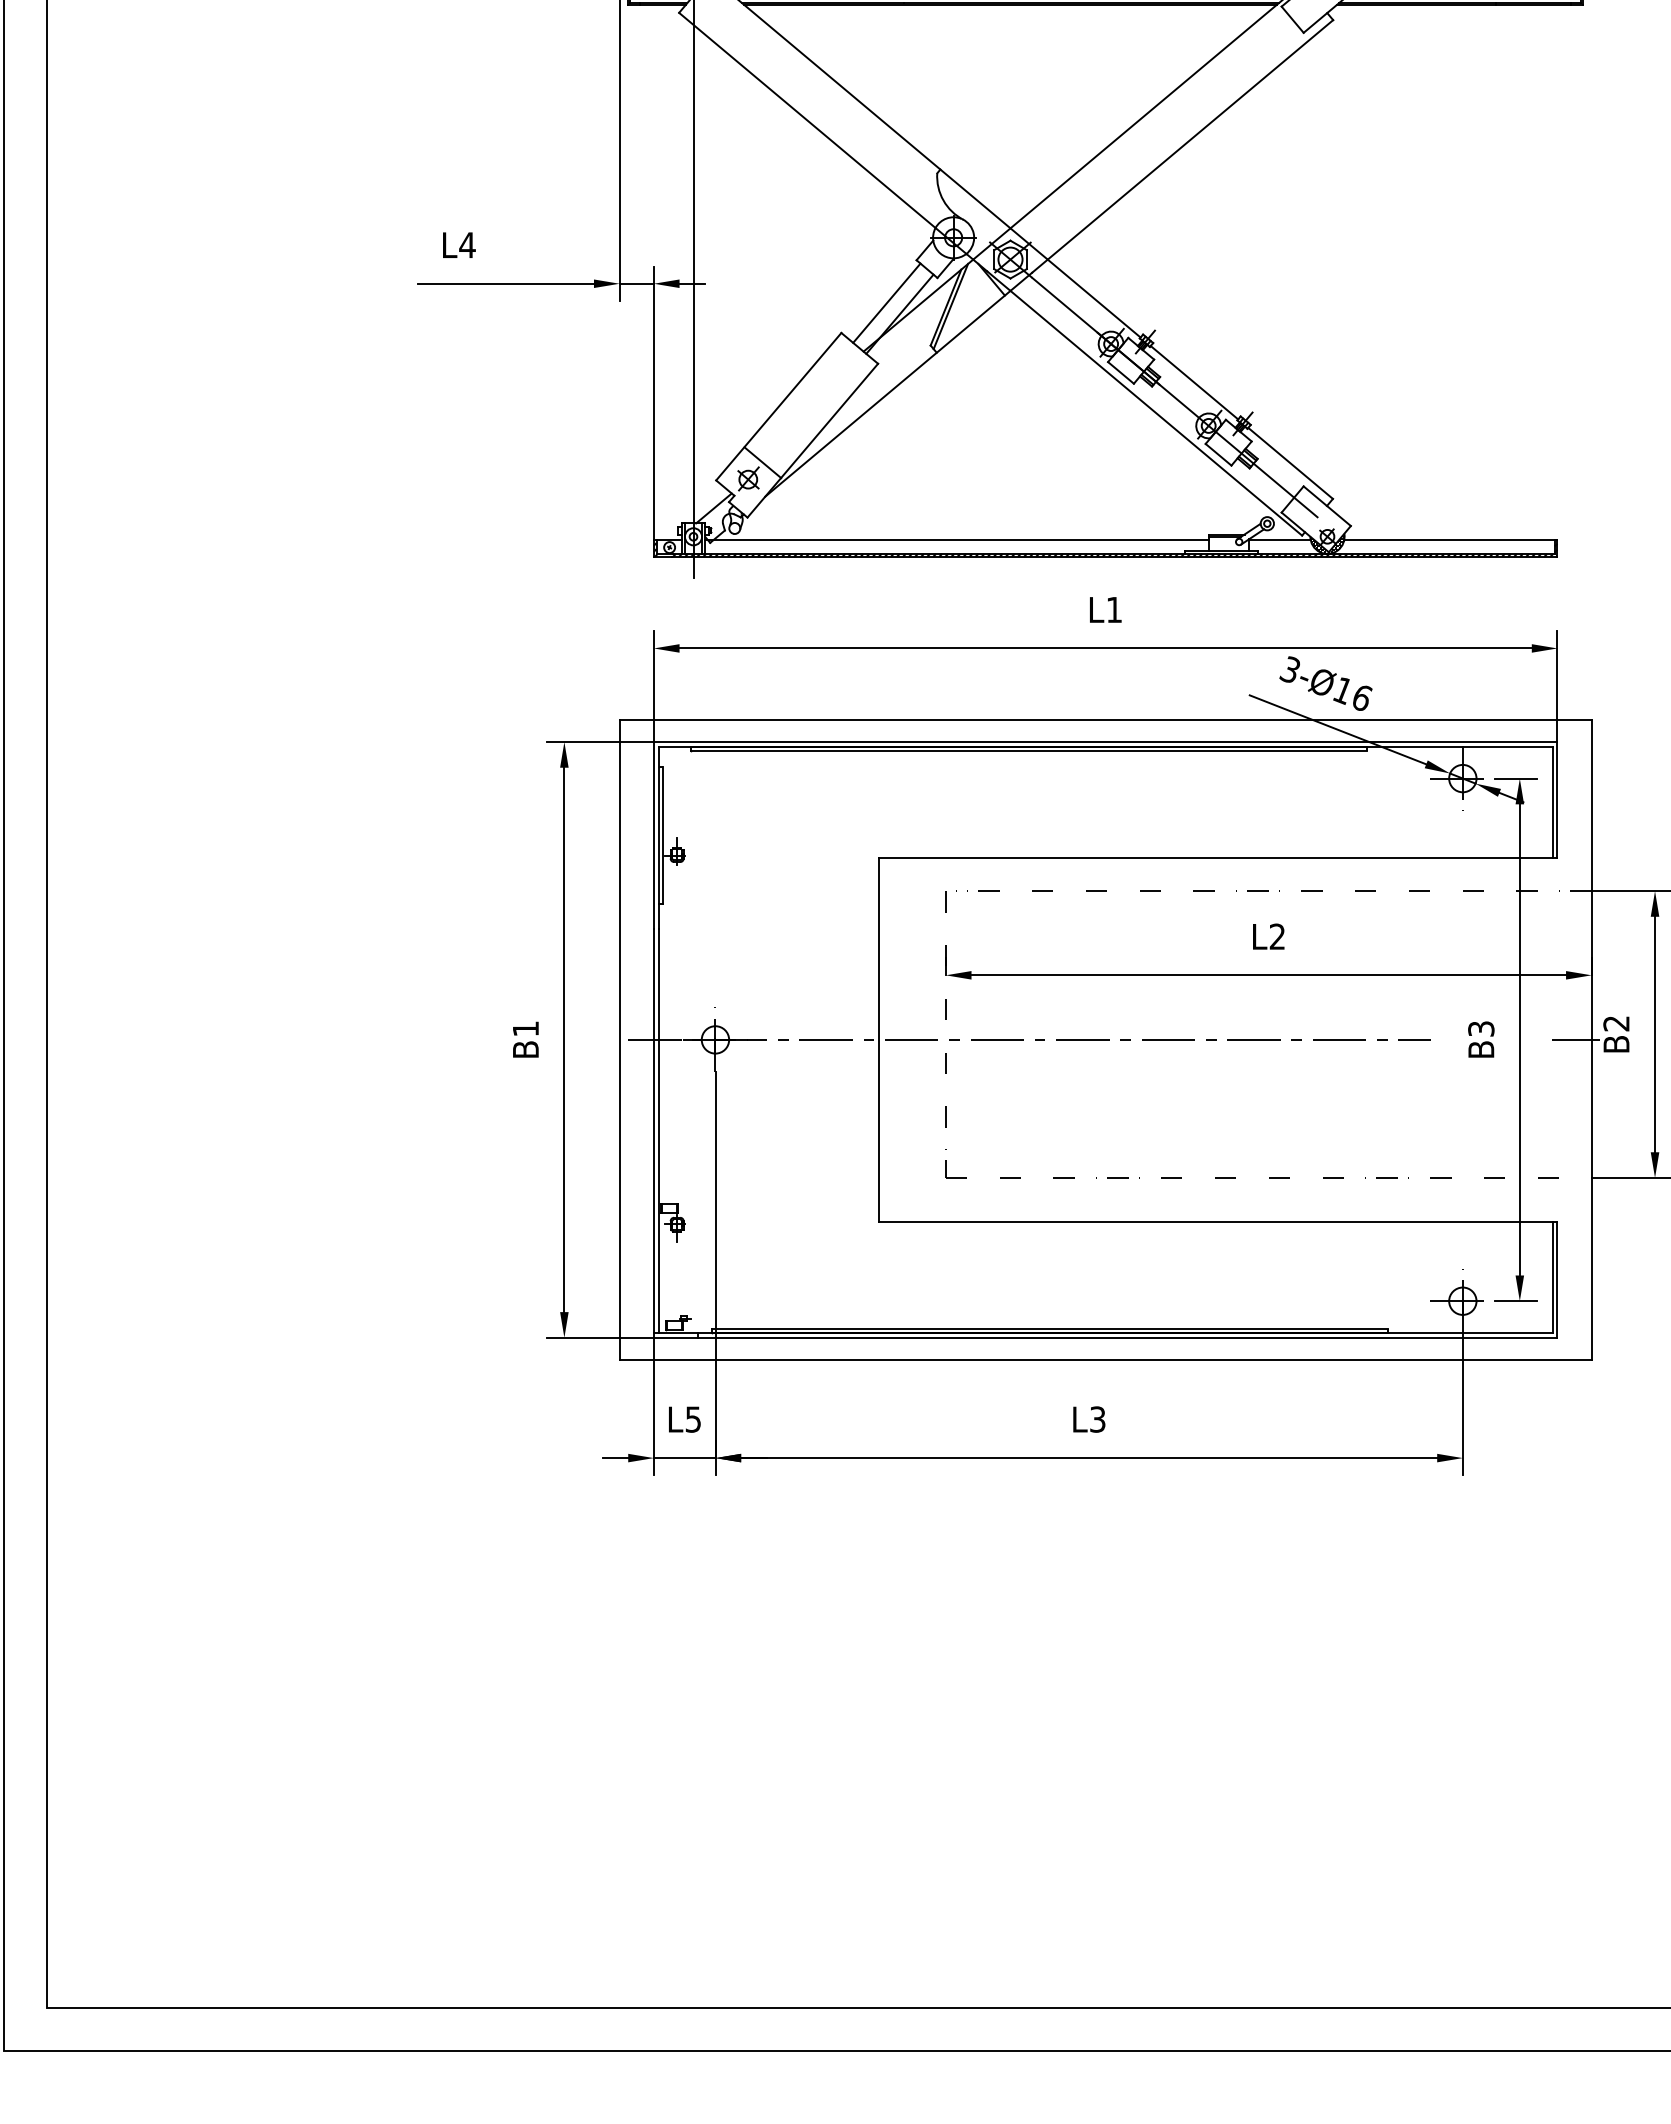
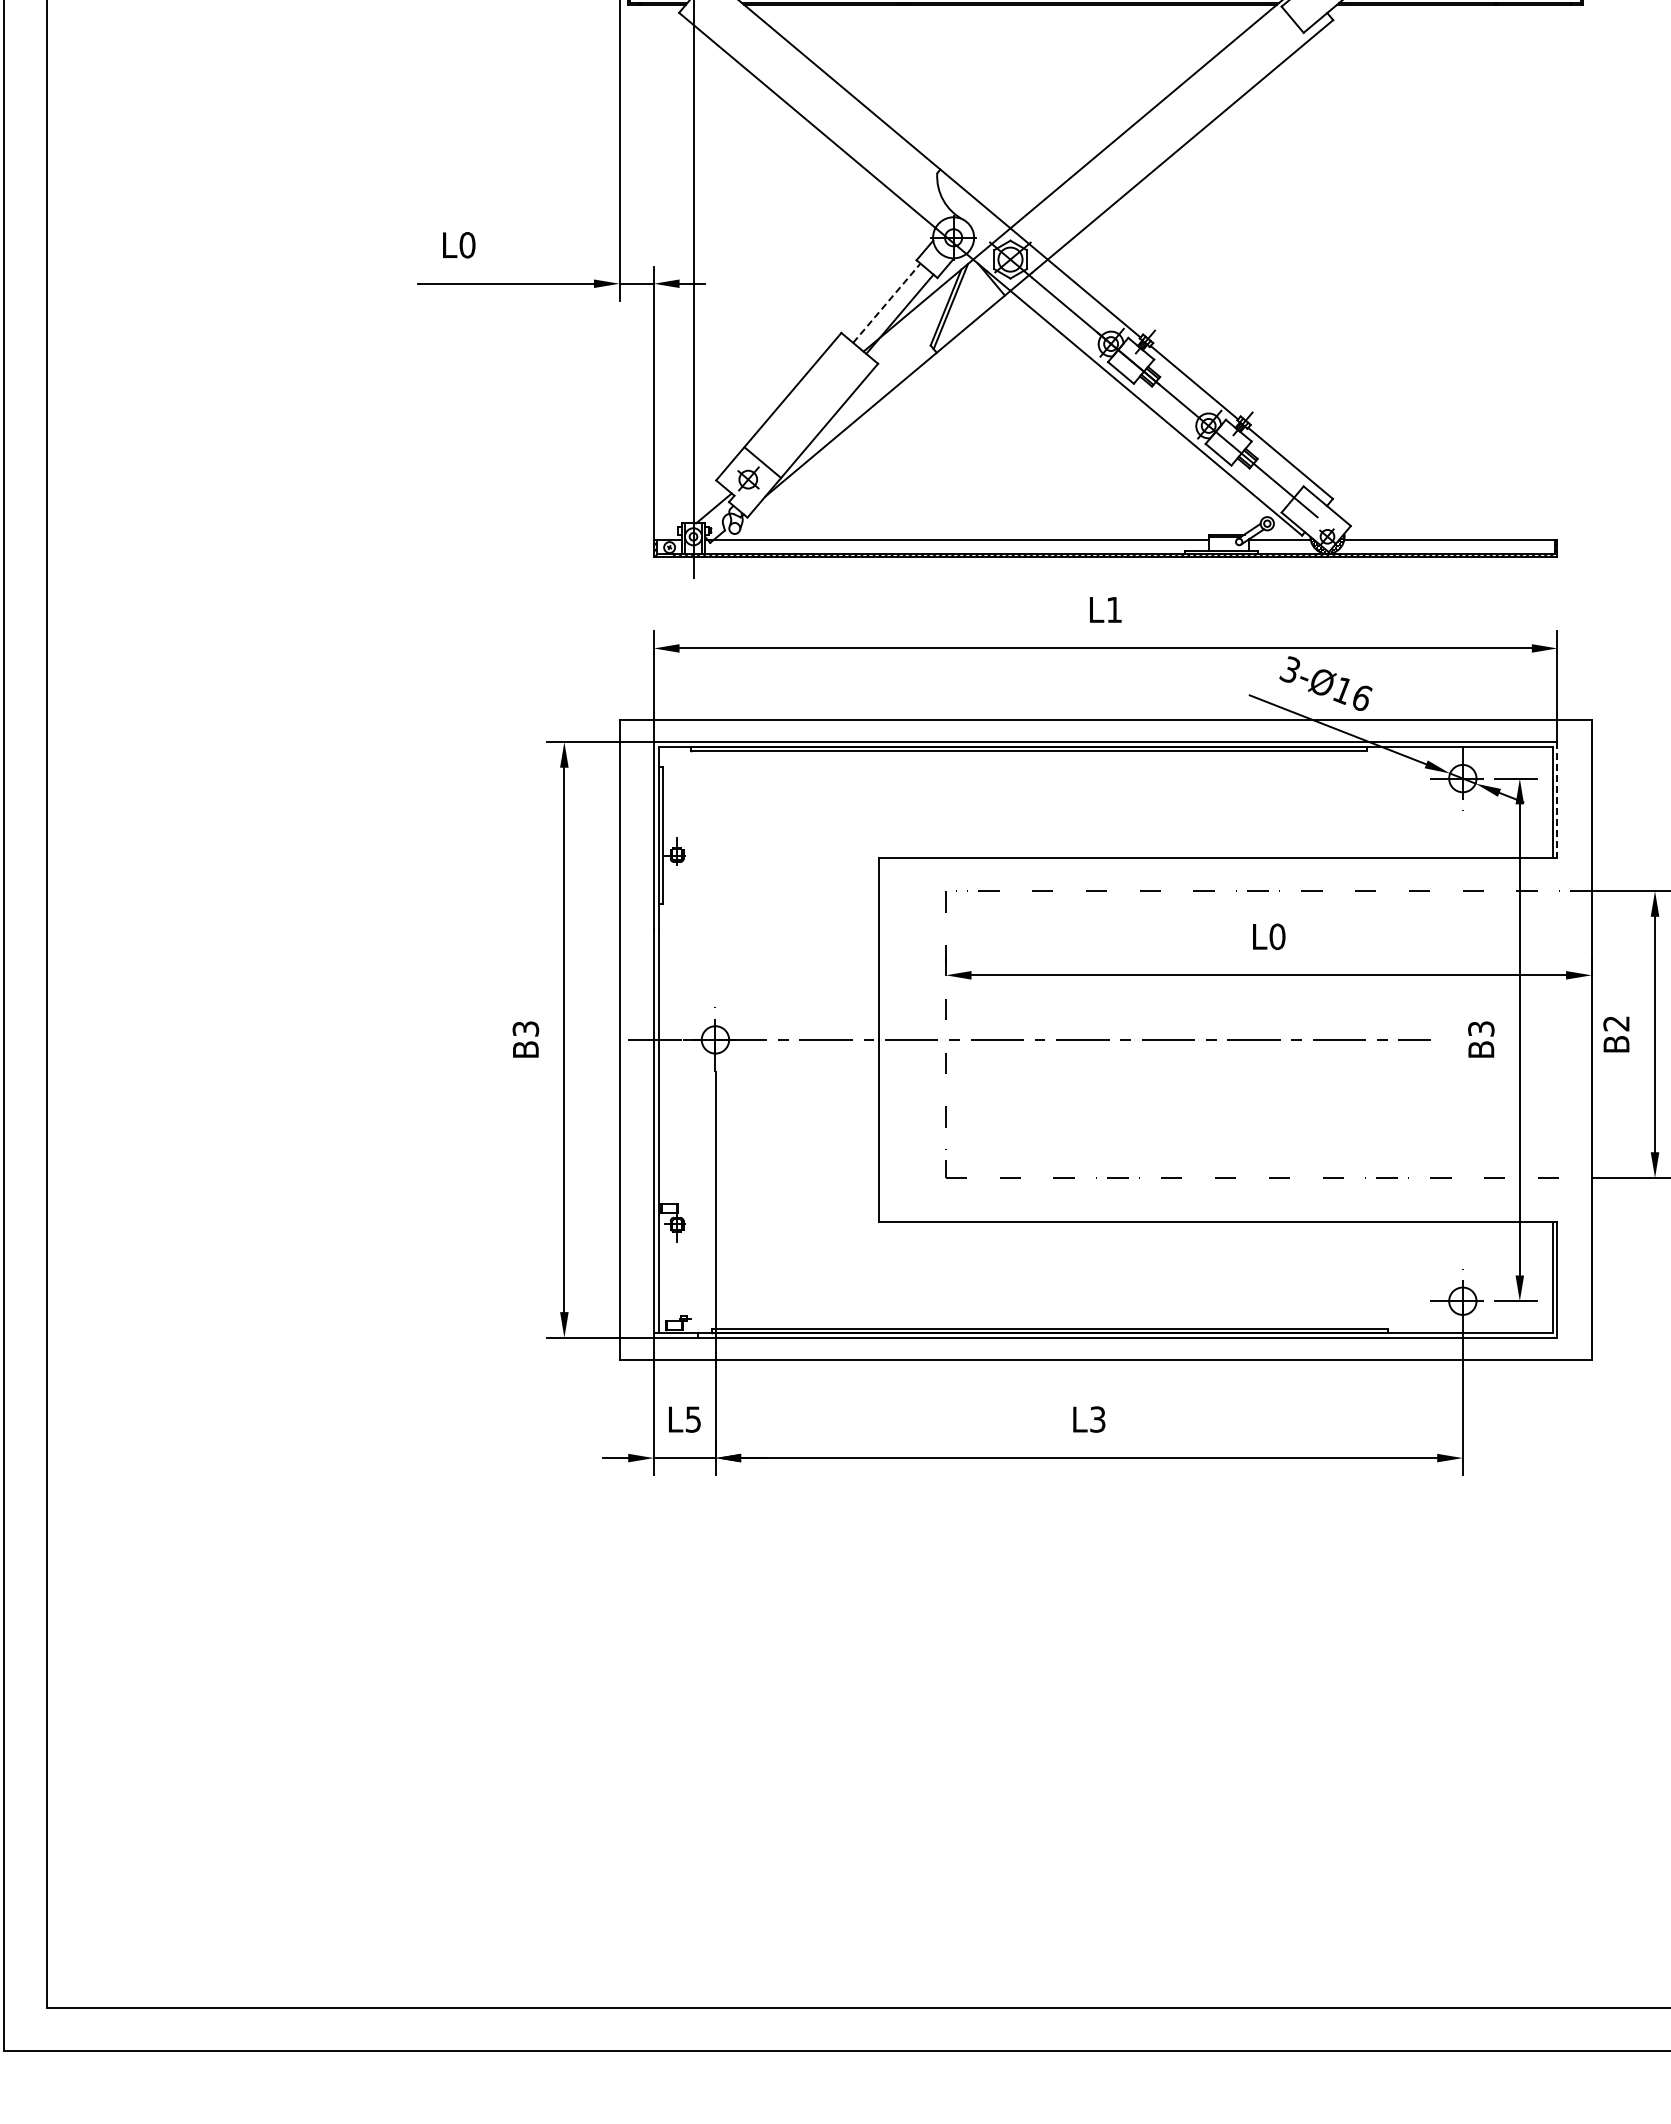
text at (467, 245): L4 -> L0
line at (887, 302): solid -> dashed
line at (1557, 800): solid -> dashed
text at (1277, 936): L2 -> L0
text at (525, 1028): B1 -> B3
line at (1576, 1039): present -> none
